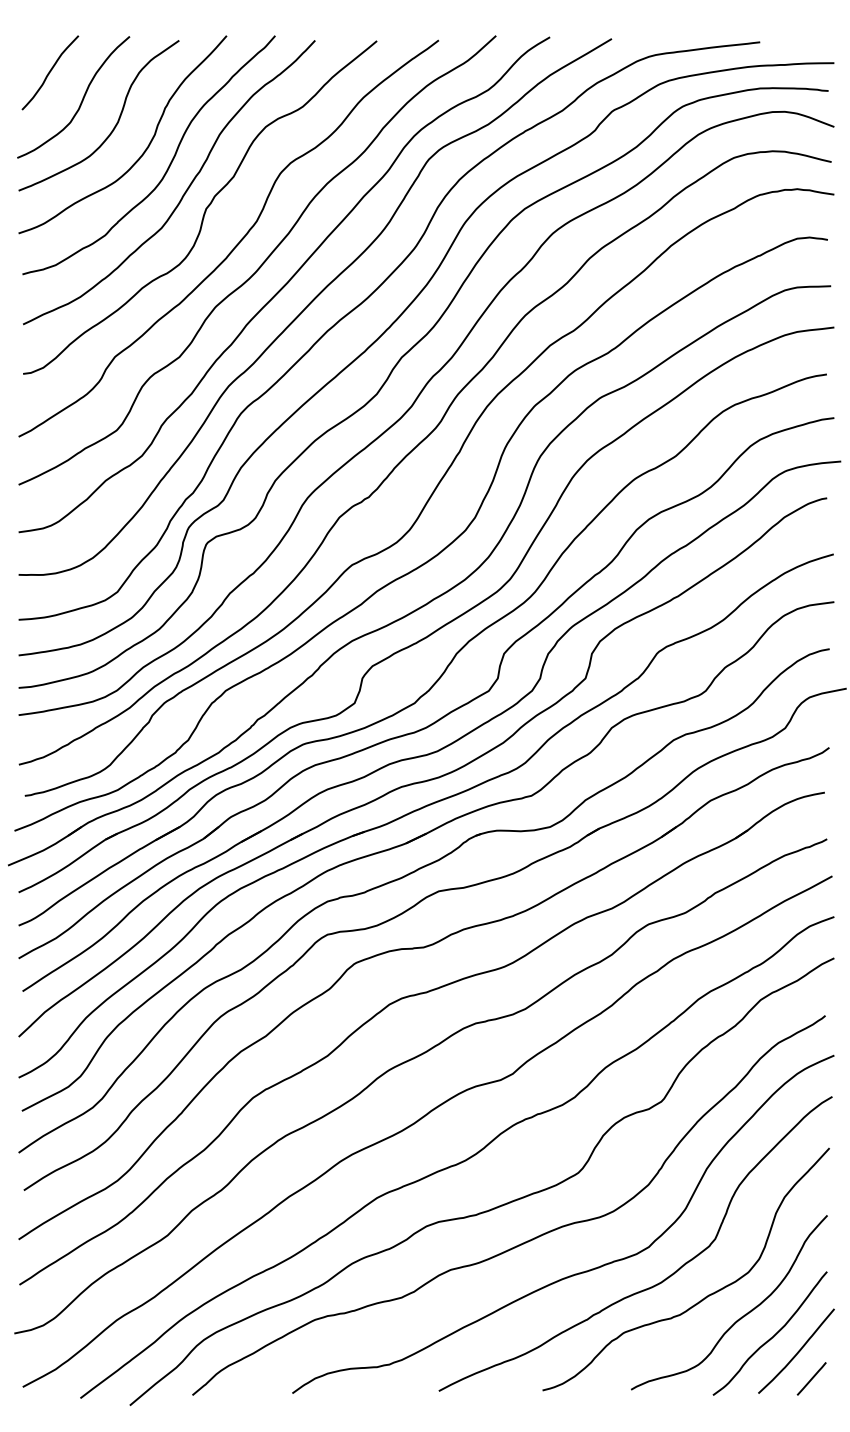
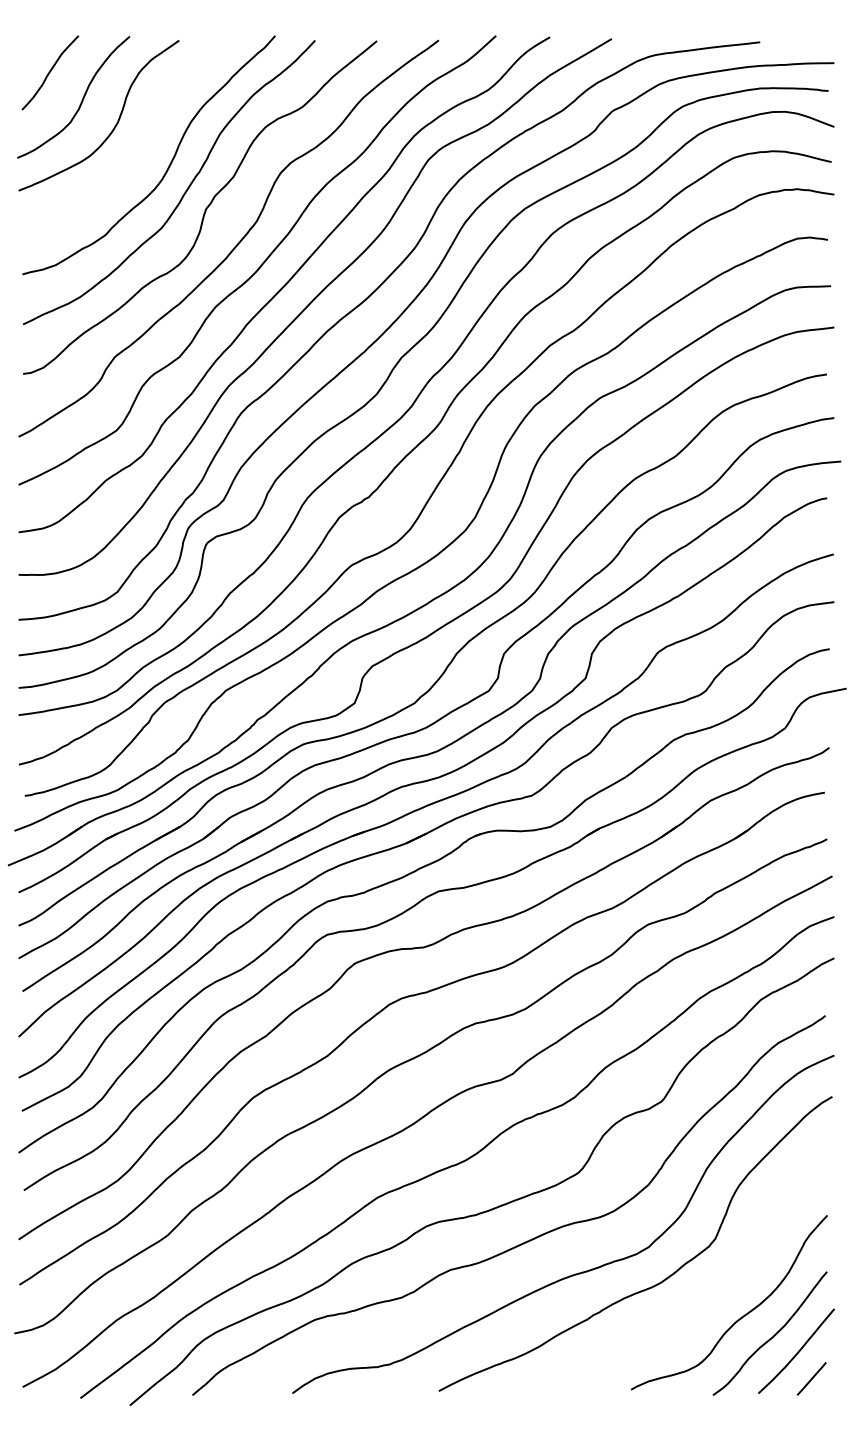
curve at (143, 151): present -> none
curve at (705, 1296): present -> none
